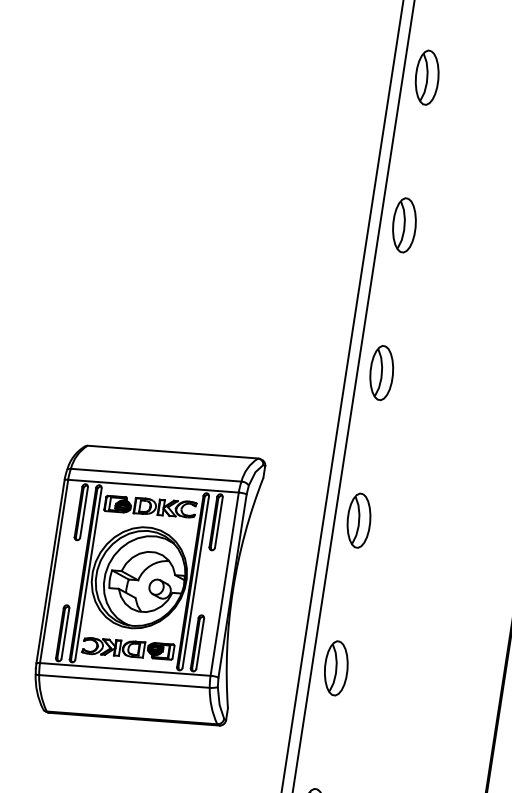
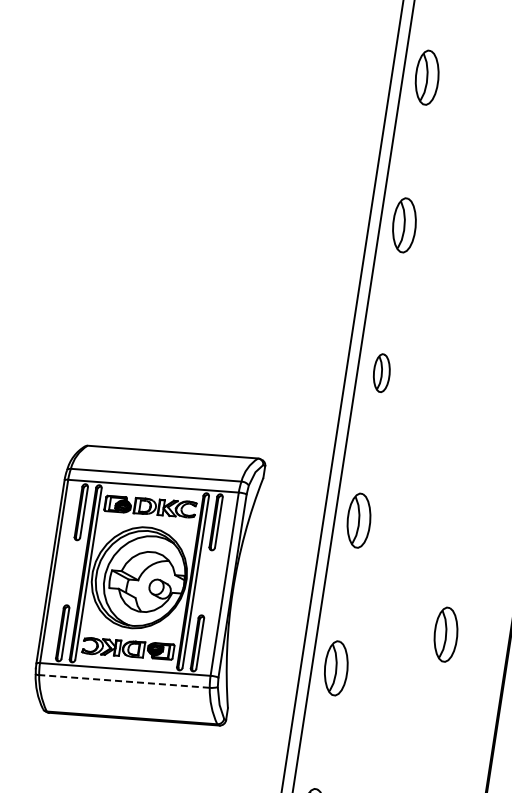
part at (381, 373) size: 26x57 px -> 18x40 px
part at (445, 634): none -> present
line at (124, 681): solid -> dashed
